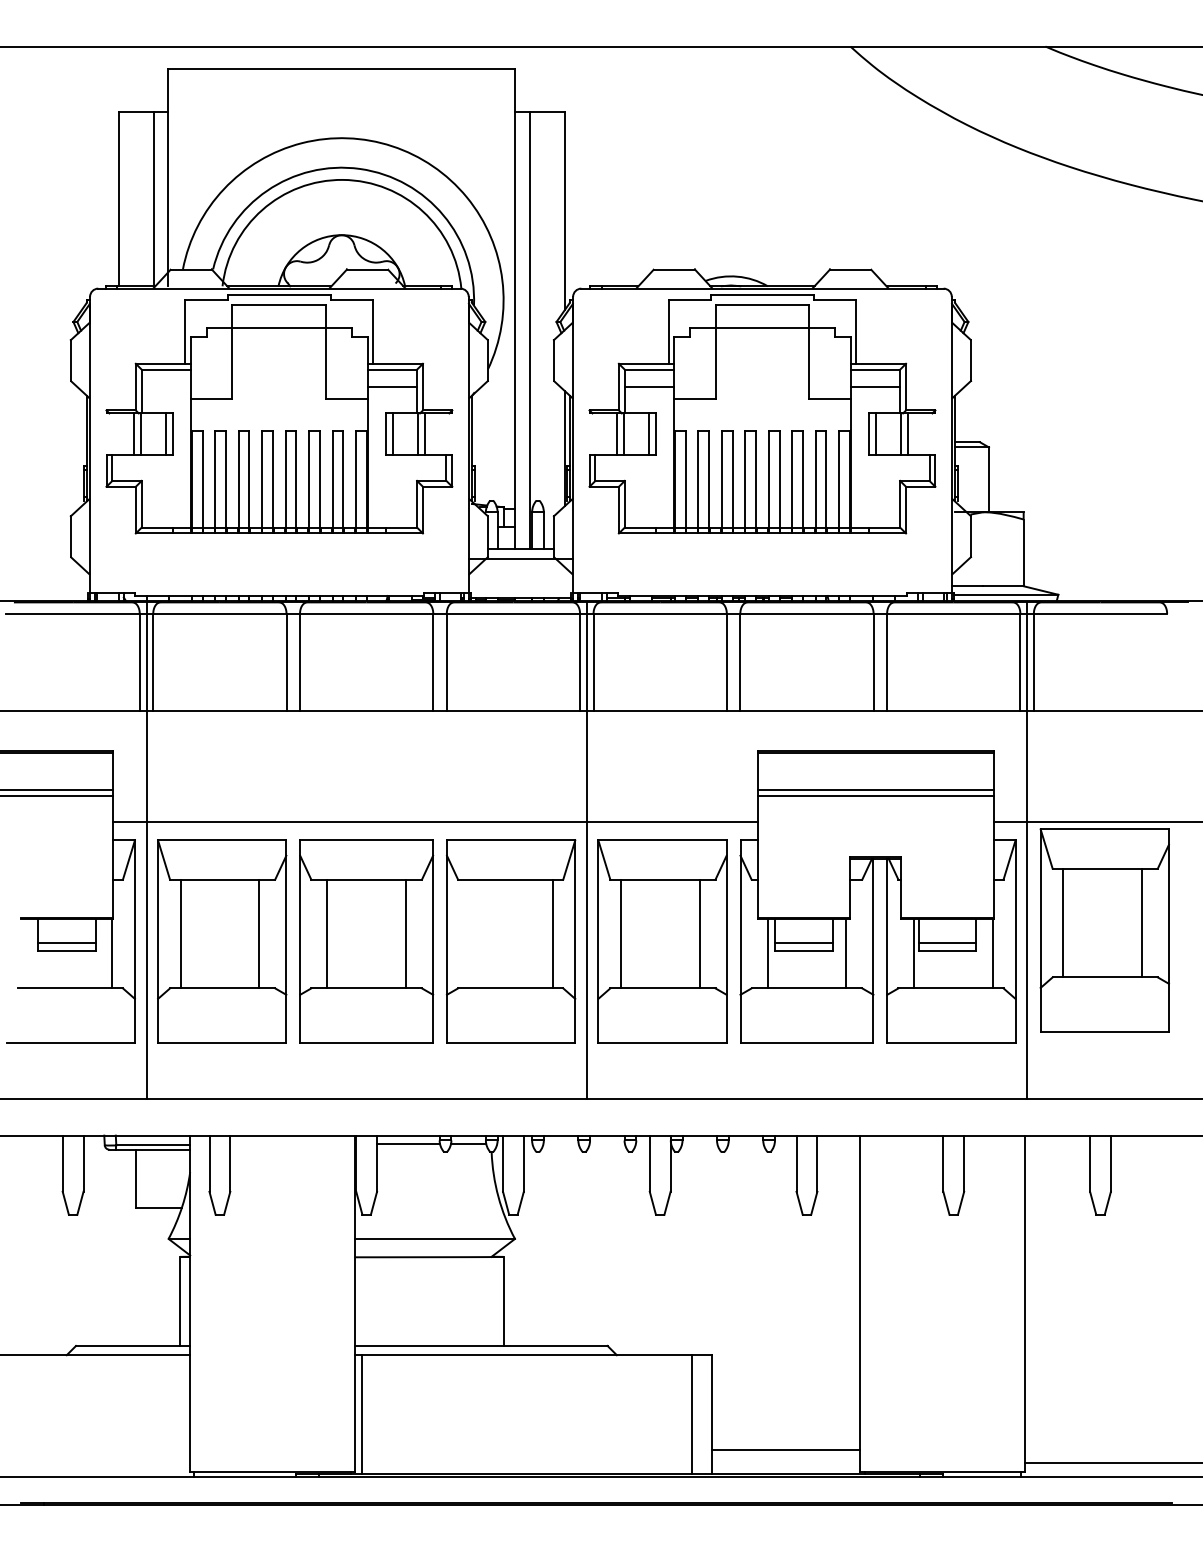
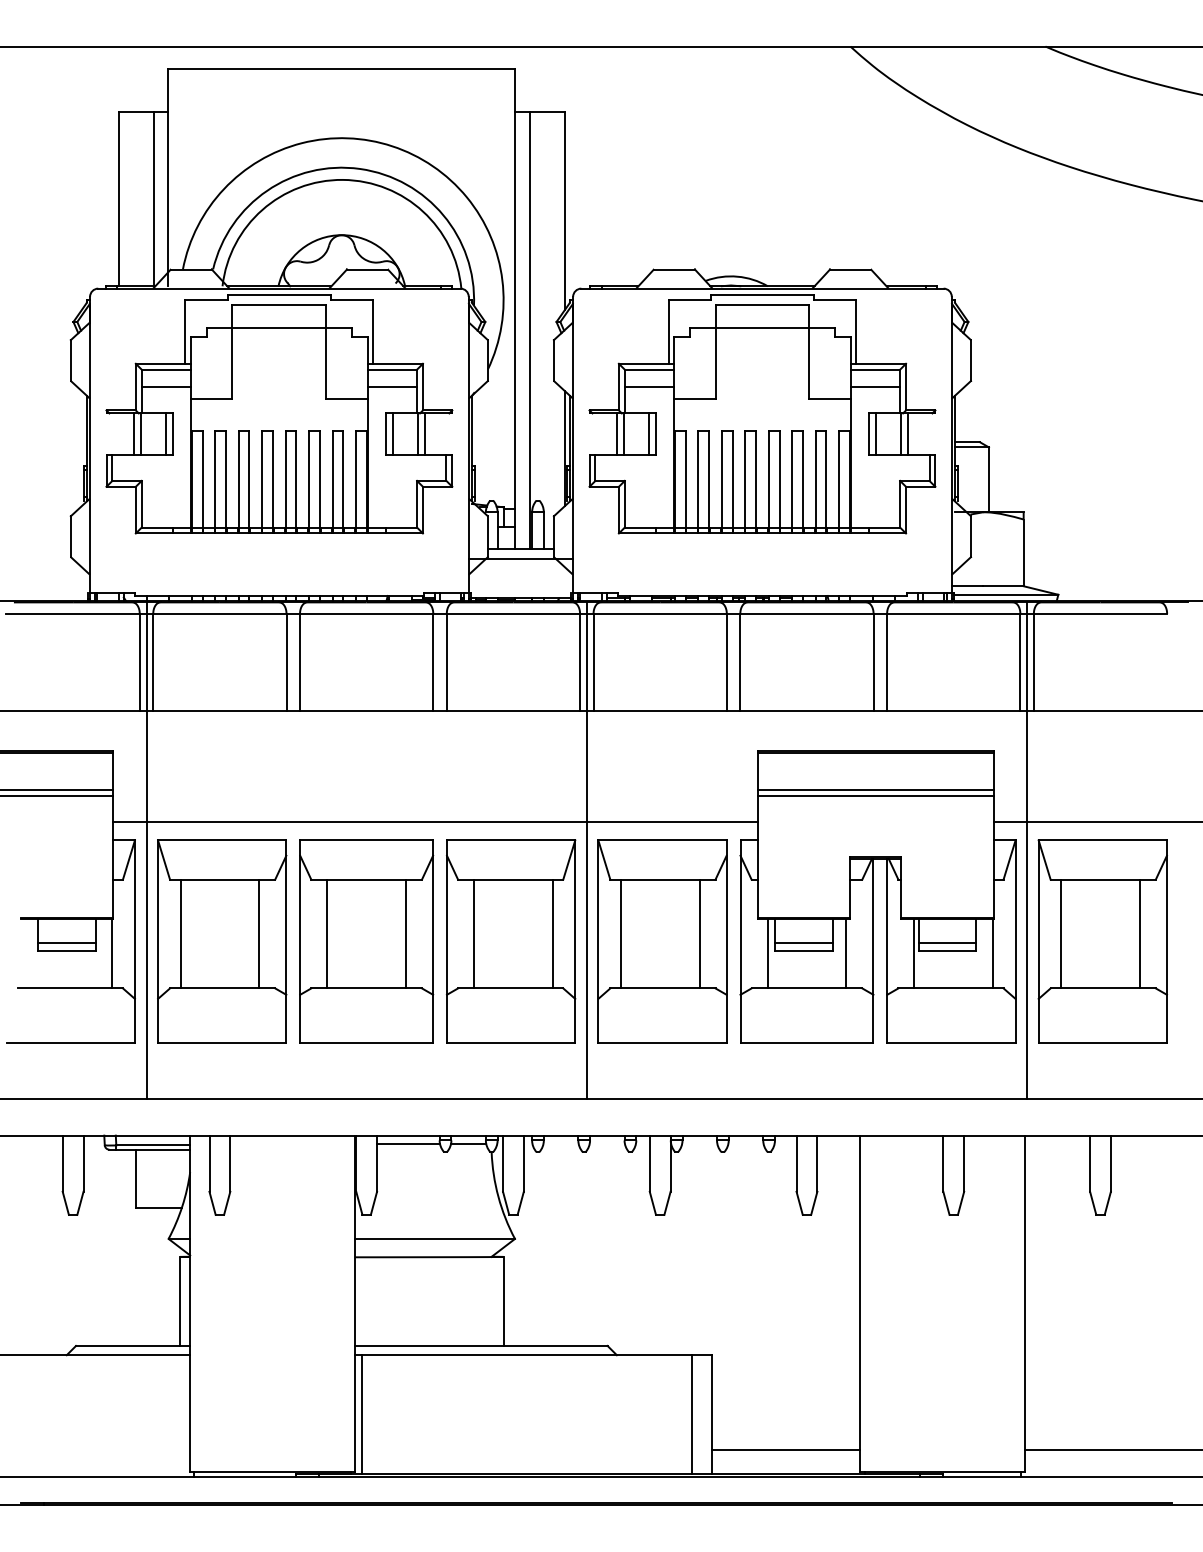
line at (166, 387): none -> present
part at (1104, 930) position: (1104, 930) -> (1102, 941)
line at (474, 933): none -> present
line at (1112, 1463) position: (1112, 1463) -> (1112, 1450)
